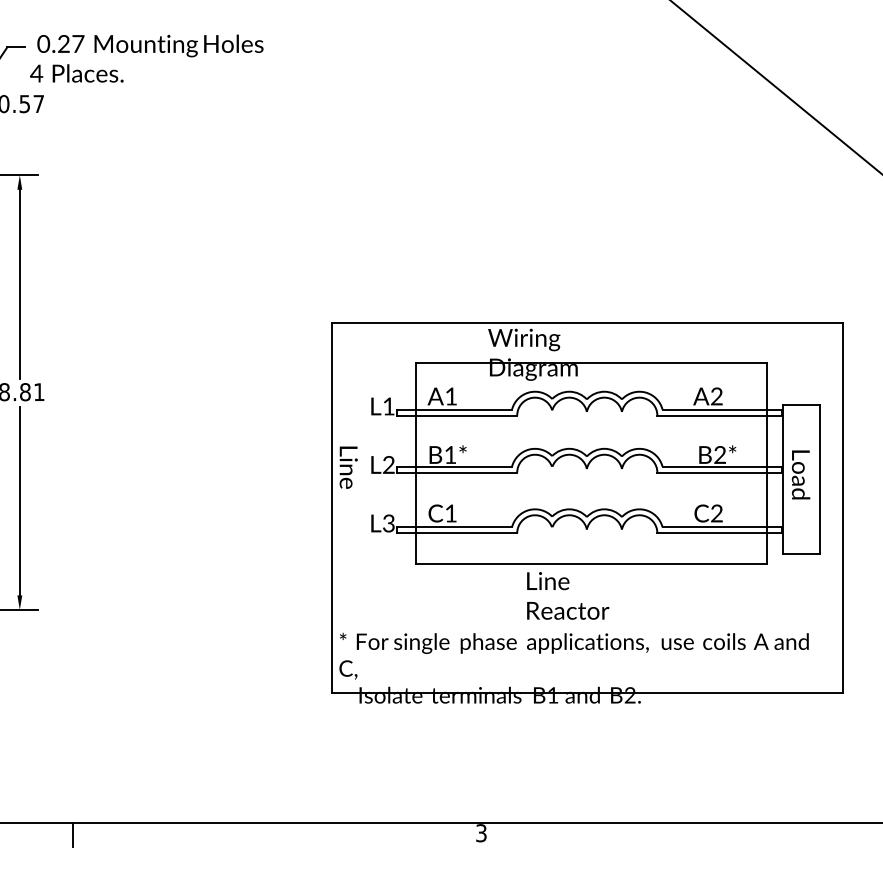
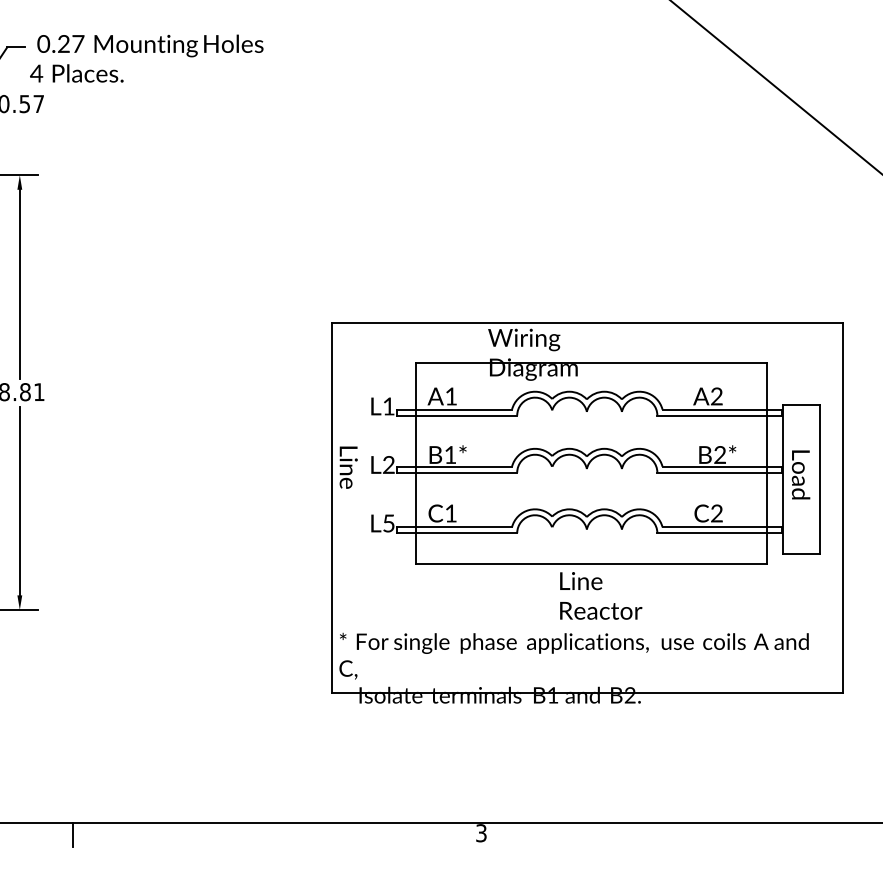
text at (388, 523): L3 -> L5
text at (568, 595) position: (568, 595) -> (601, 595)
